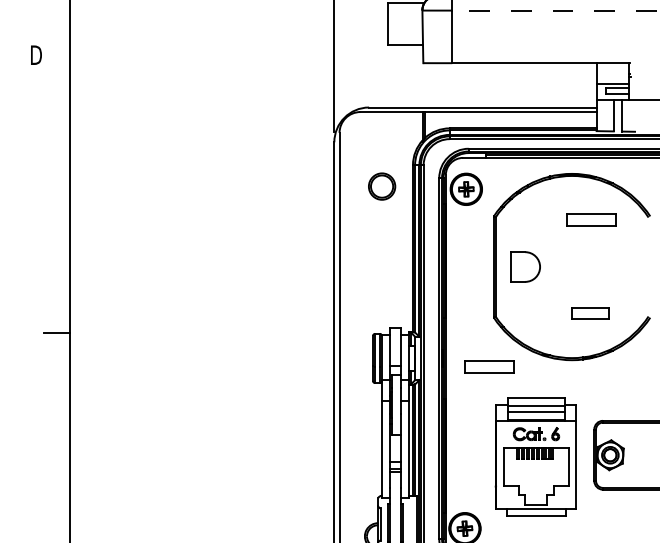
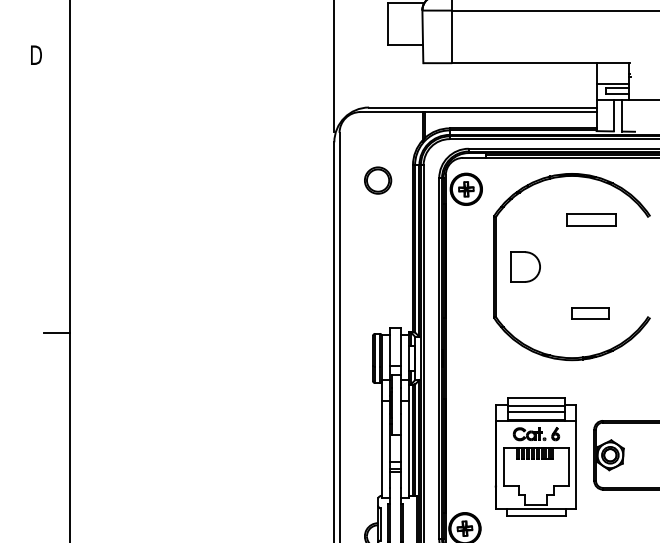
line at (555, 10): dashed -> solid
part at (382, 186) position: (382, 186) -> (378, 180)
part at (489, 366): present -> none
